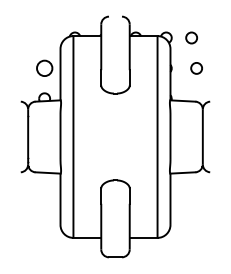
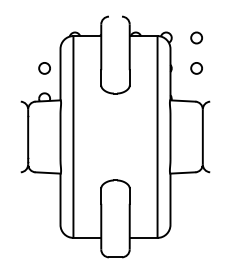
circle at (191, 37) position: (191, 37) -> (196, 37)
circle at (44, 67) size: 18x18 px -> 13x13 px
